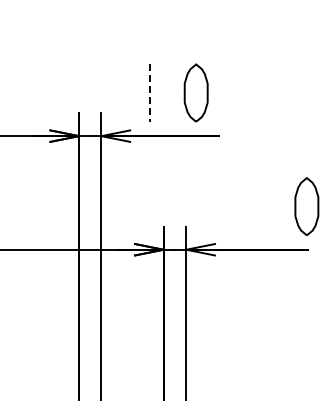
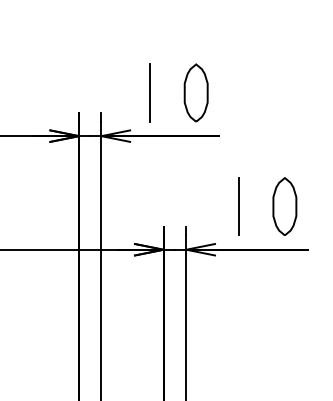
line at (150, 93): dashed -> solid
line at (238, 206): none -> present
part at (306, 206) position: (306, 206) -> (284, 206)
